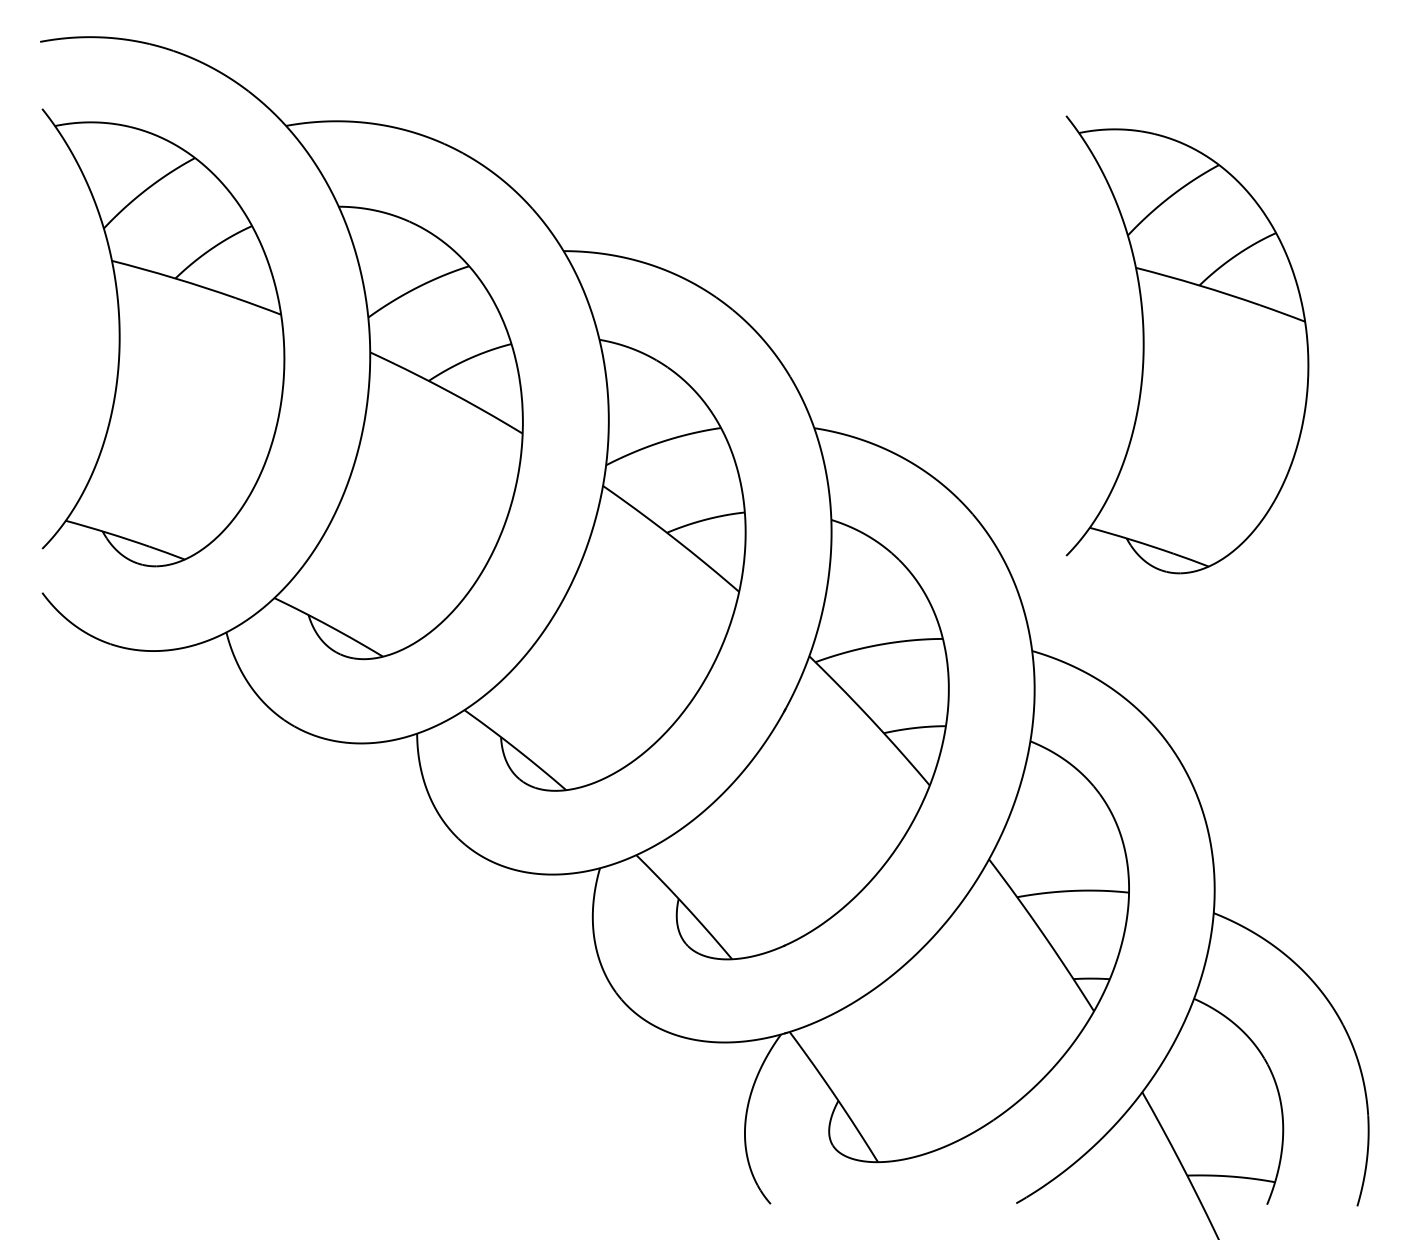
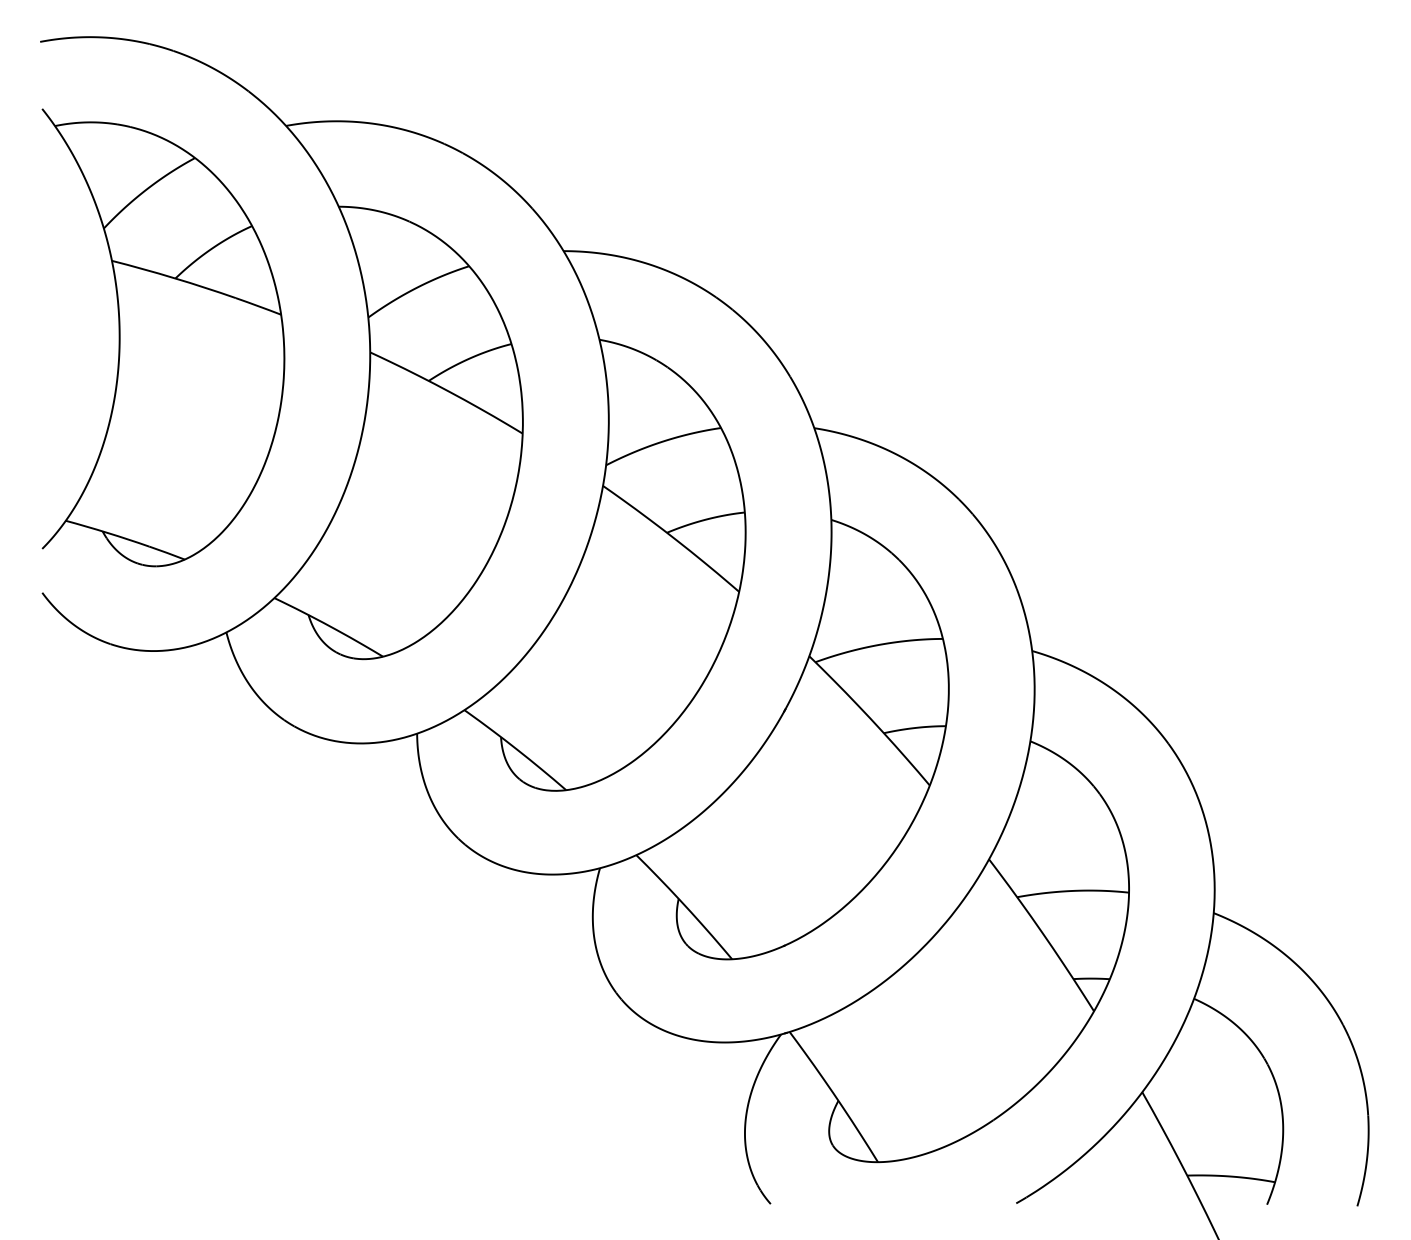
part at (1187, 344): present -> none
